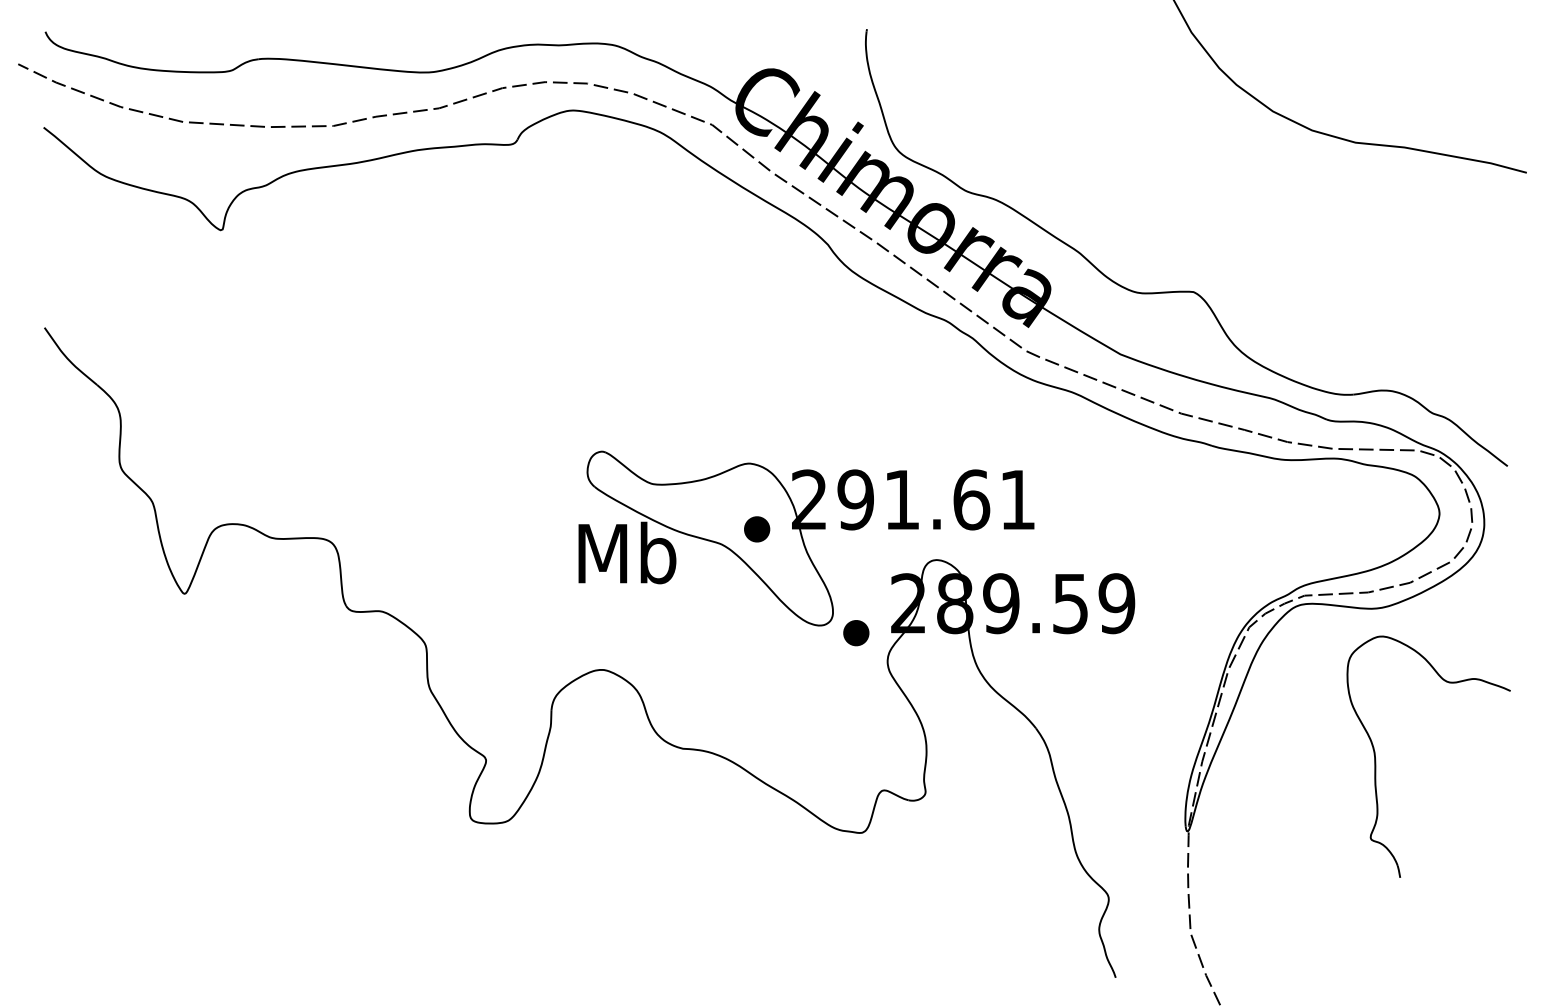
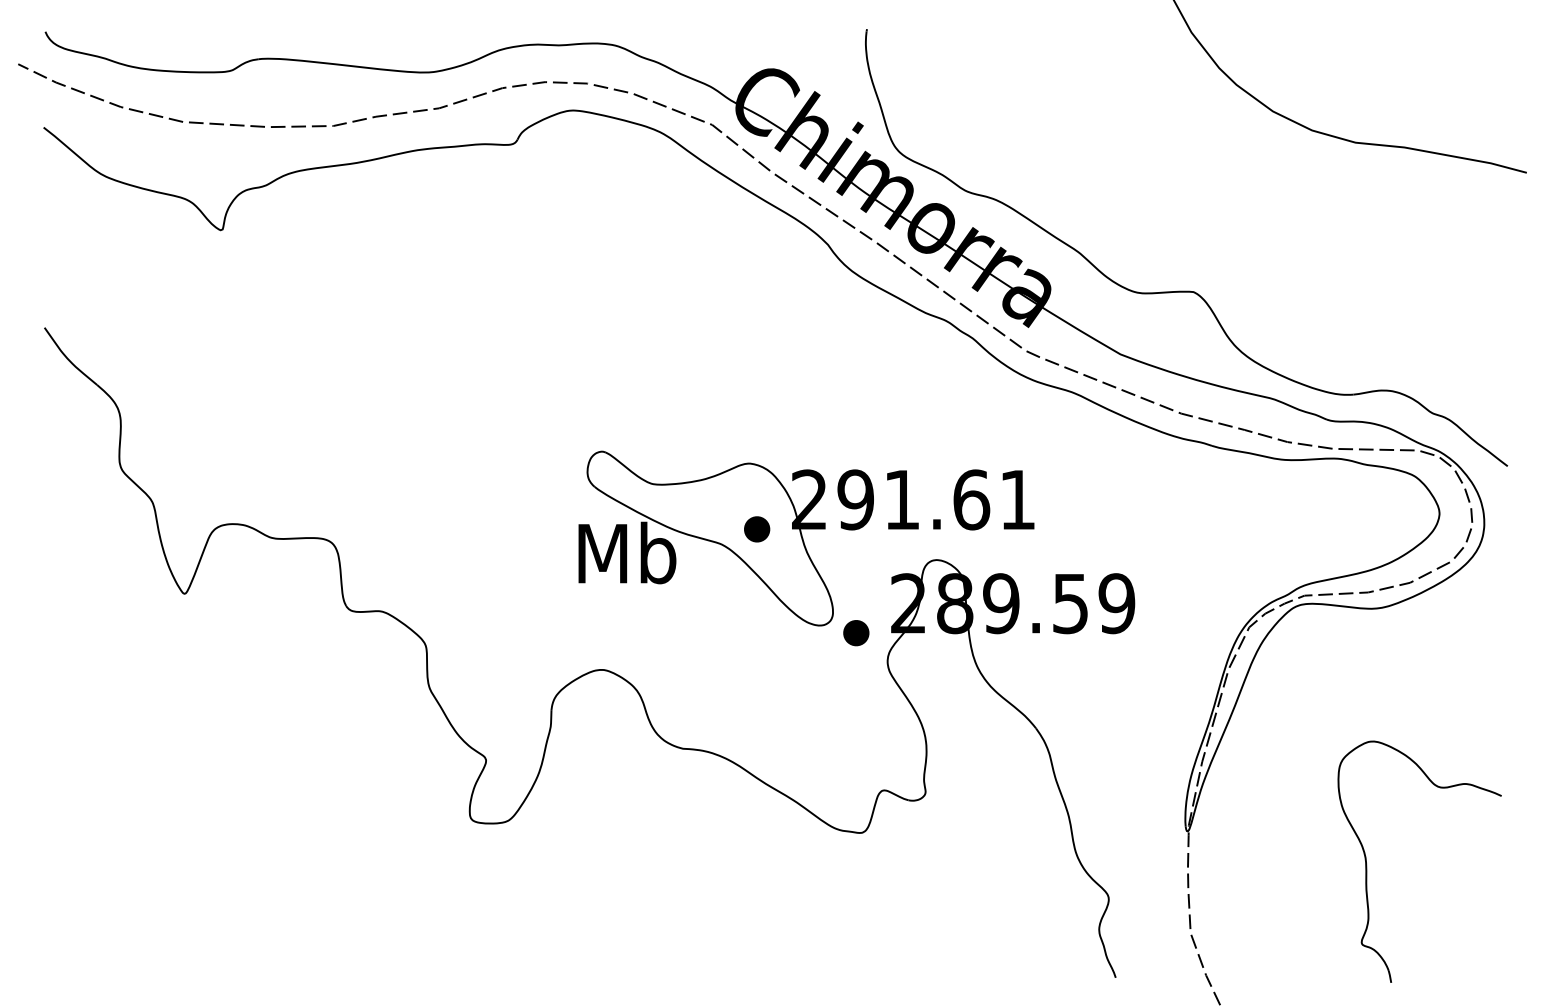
part at (1376, 759) position: (1376, 759) -> (1367, 864)
